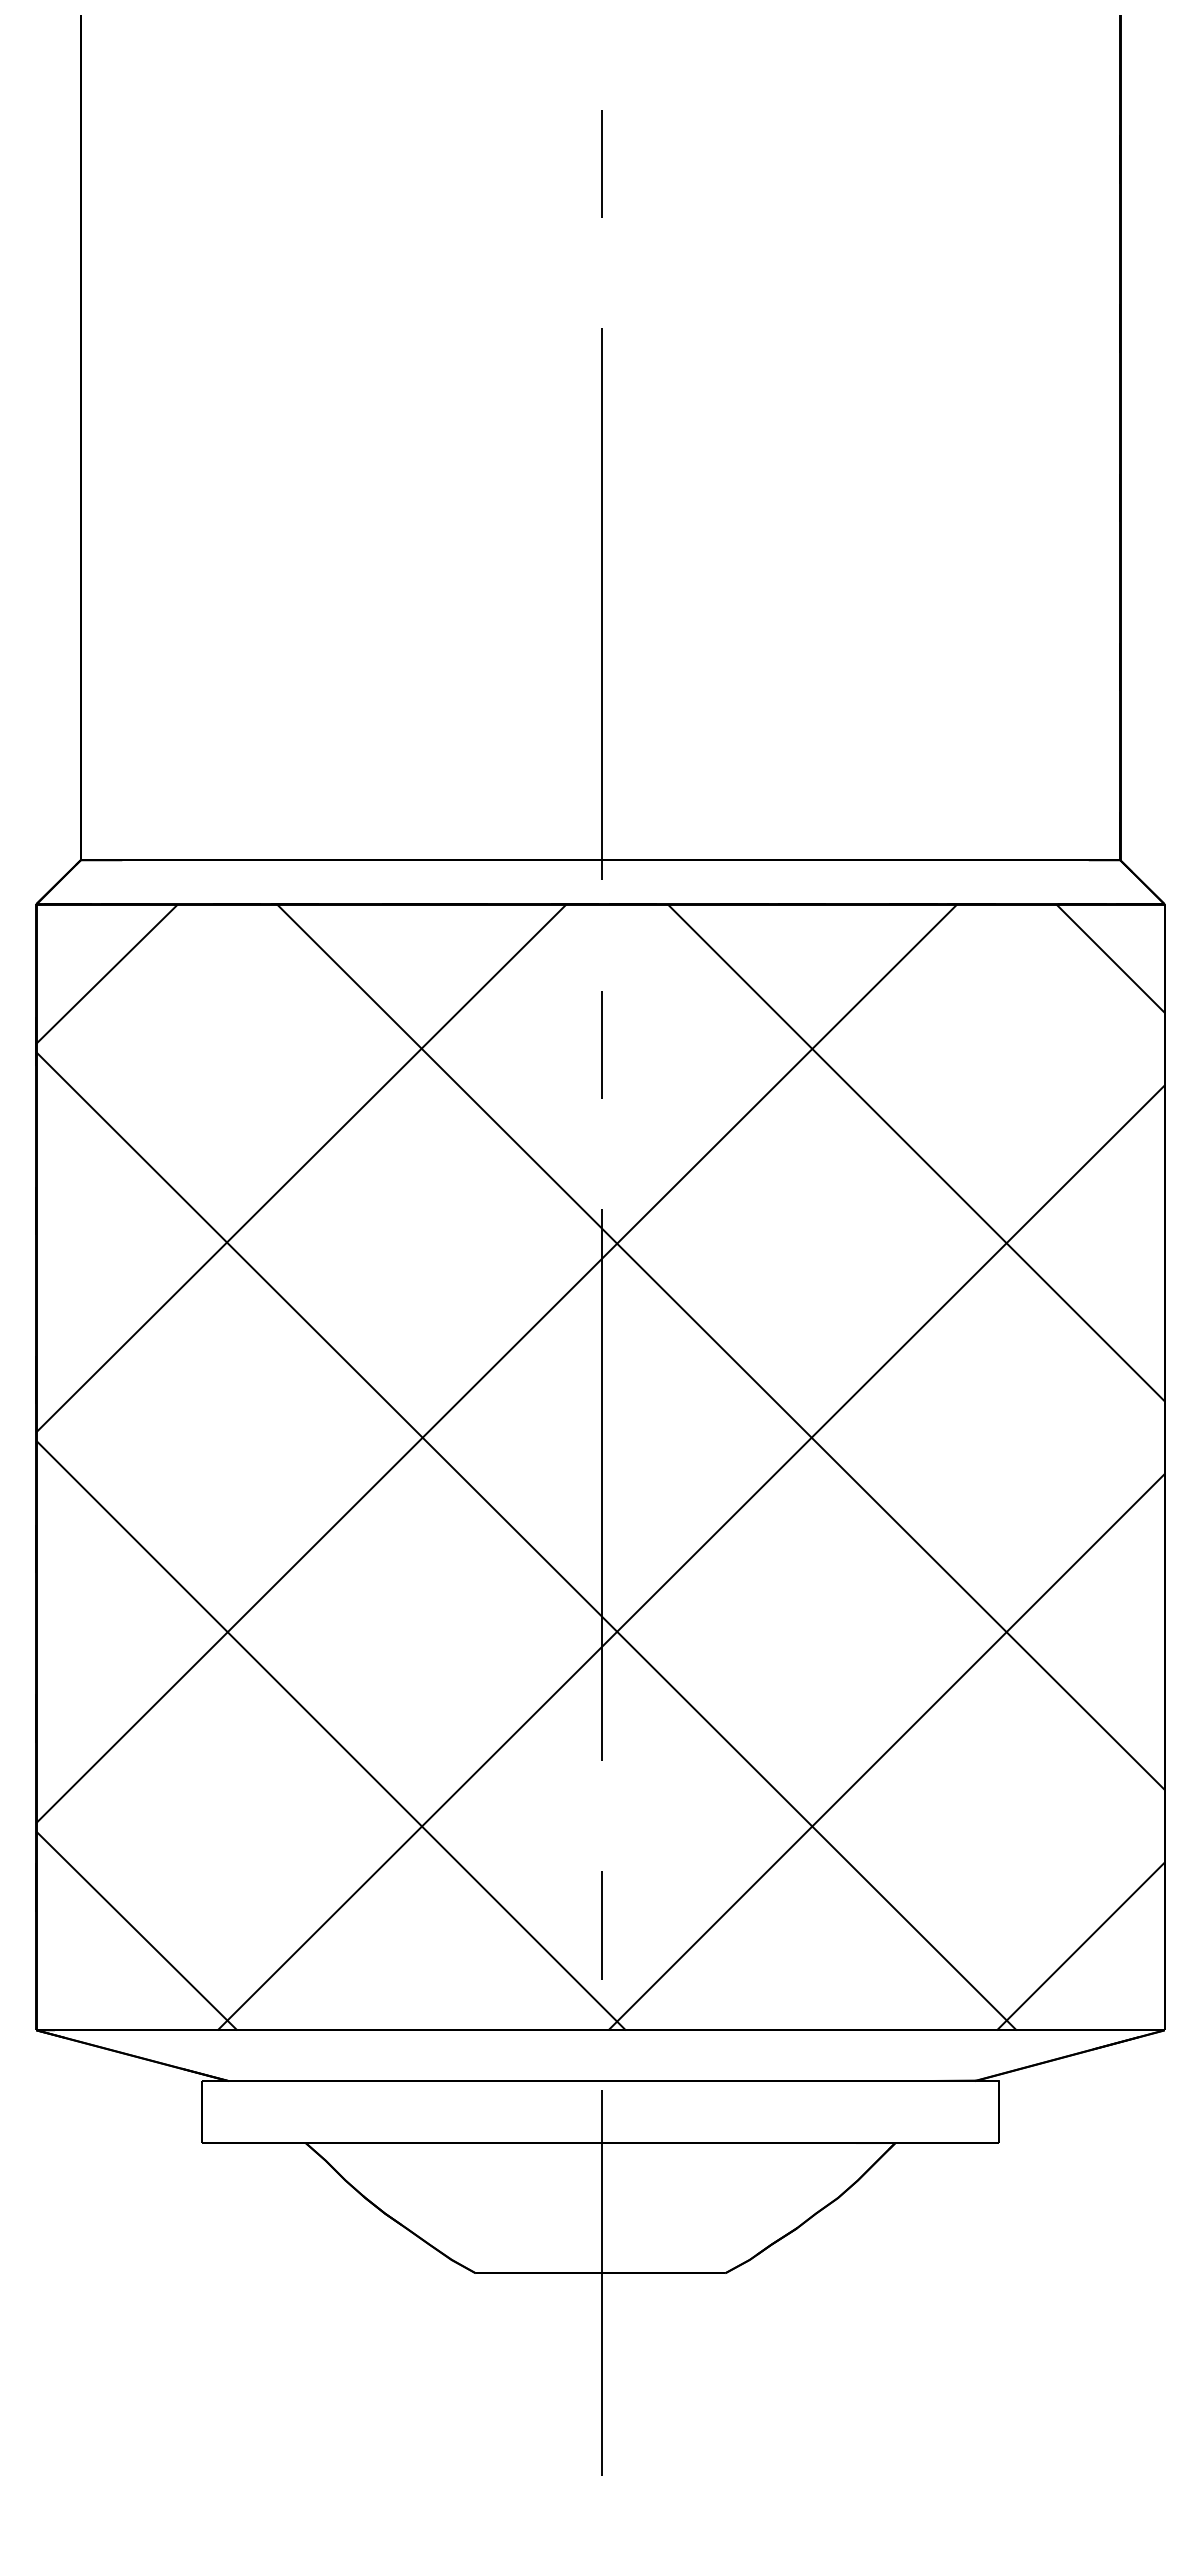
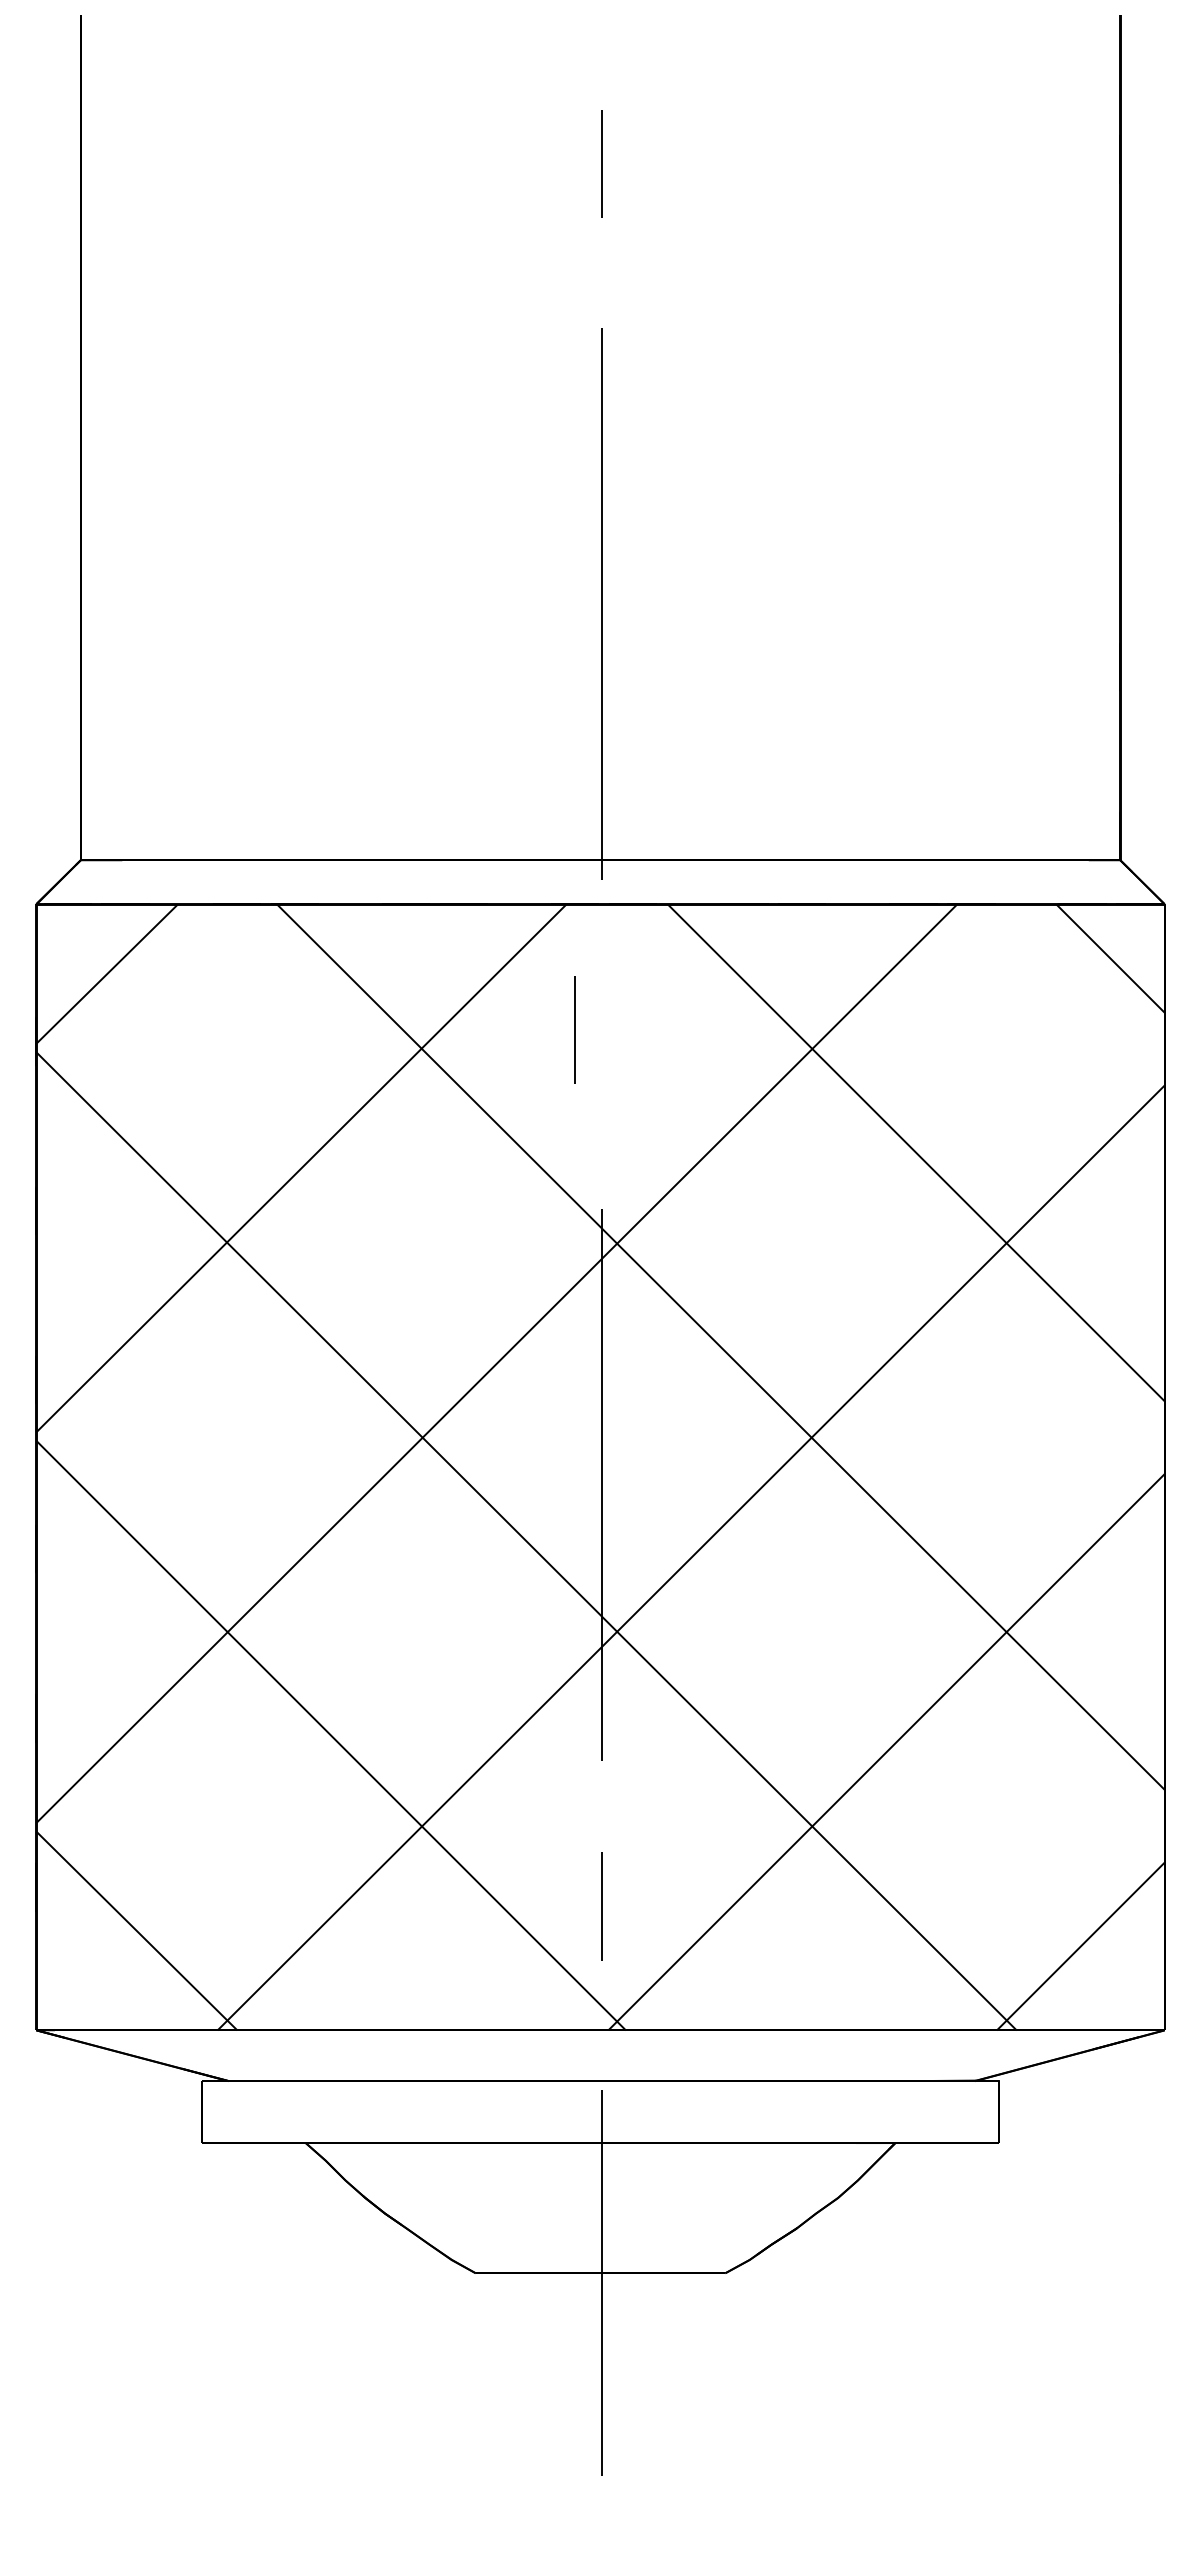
line at (601, 1044) position: (601, 1044) -> (574, 1029)
line at (601, 1925) position: (601, 1925) -> (601, 1906)
